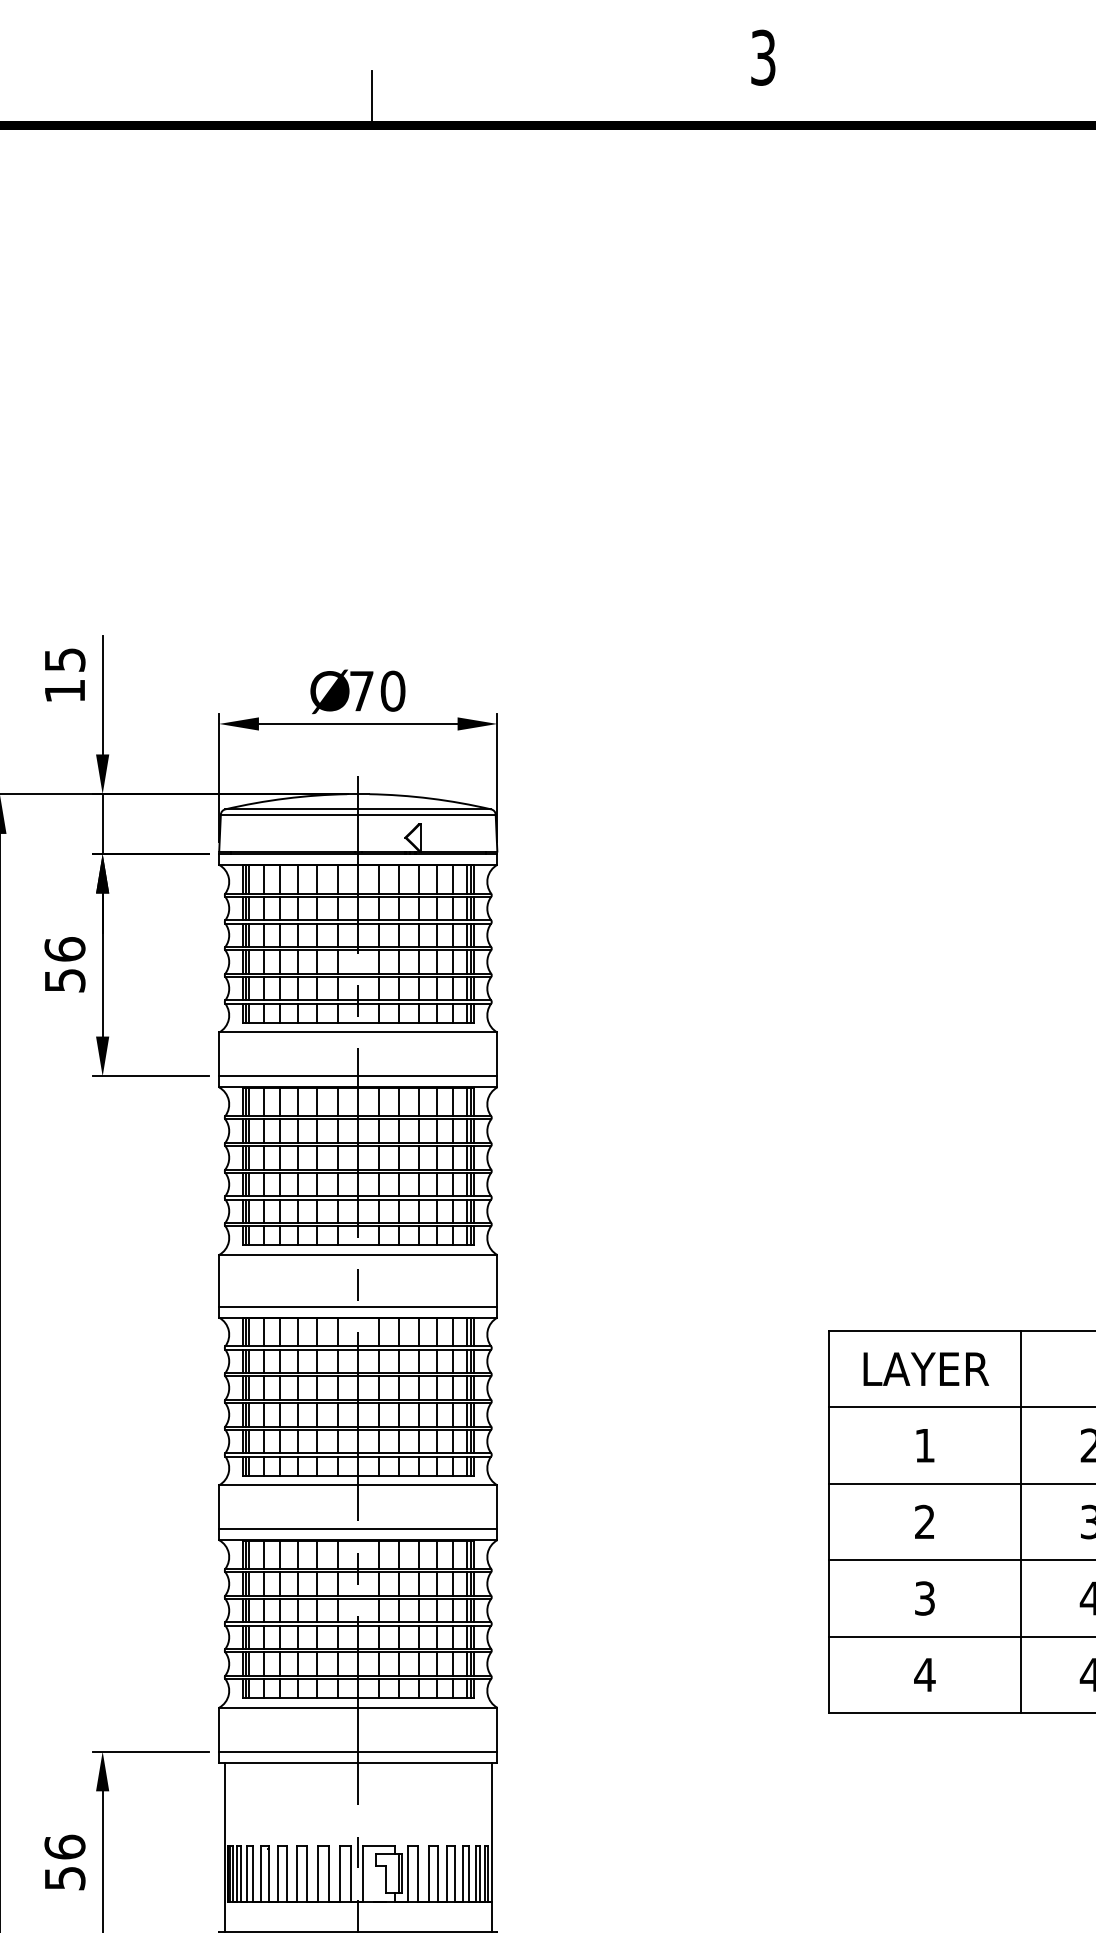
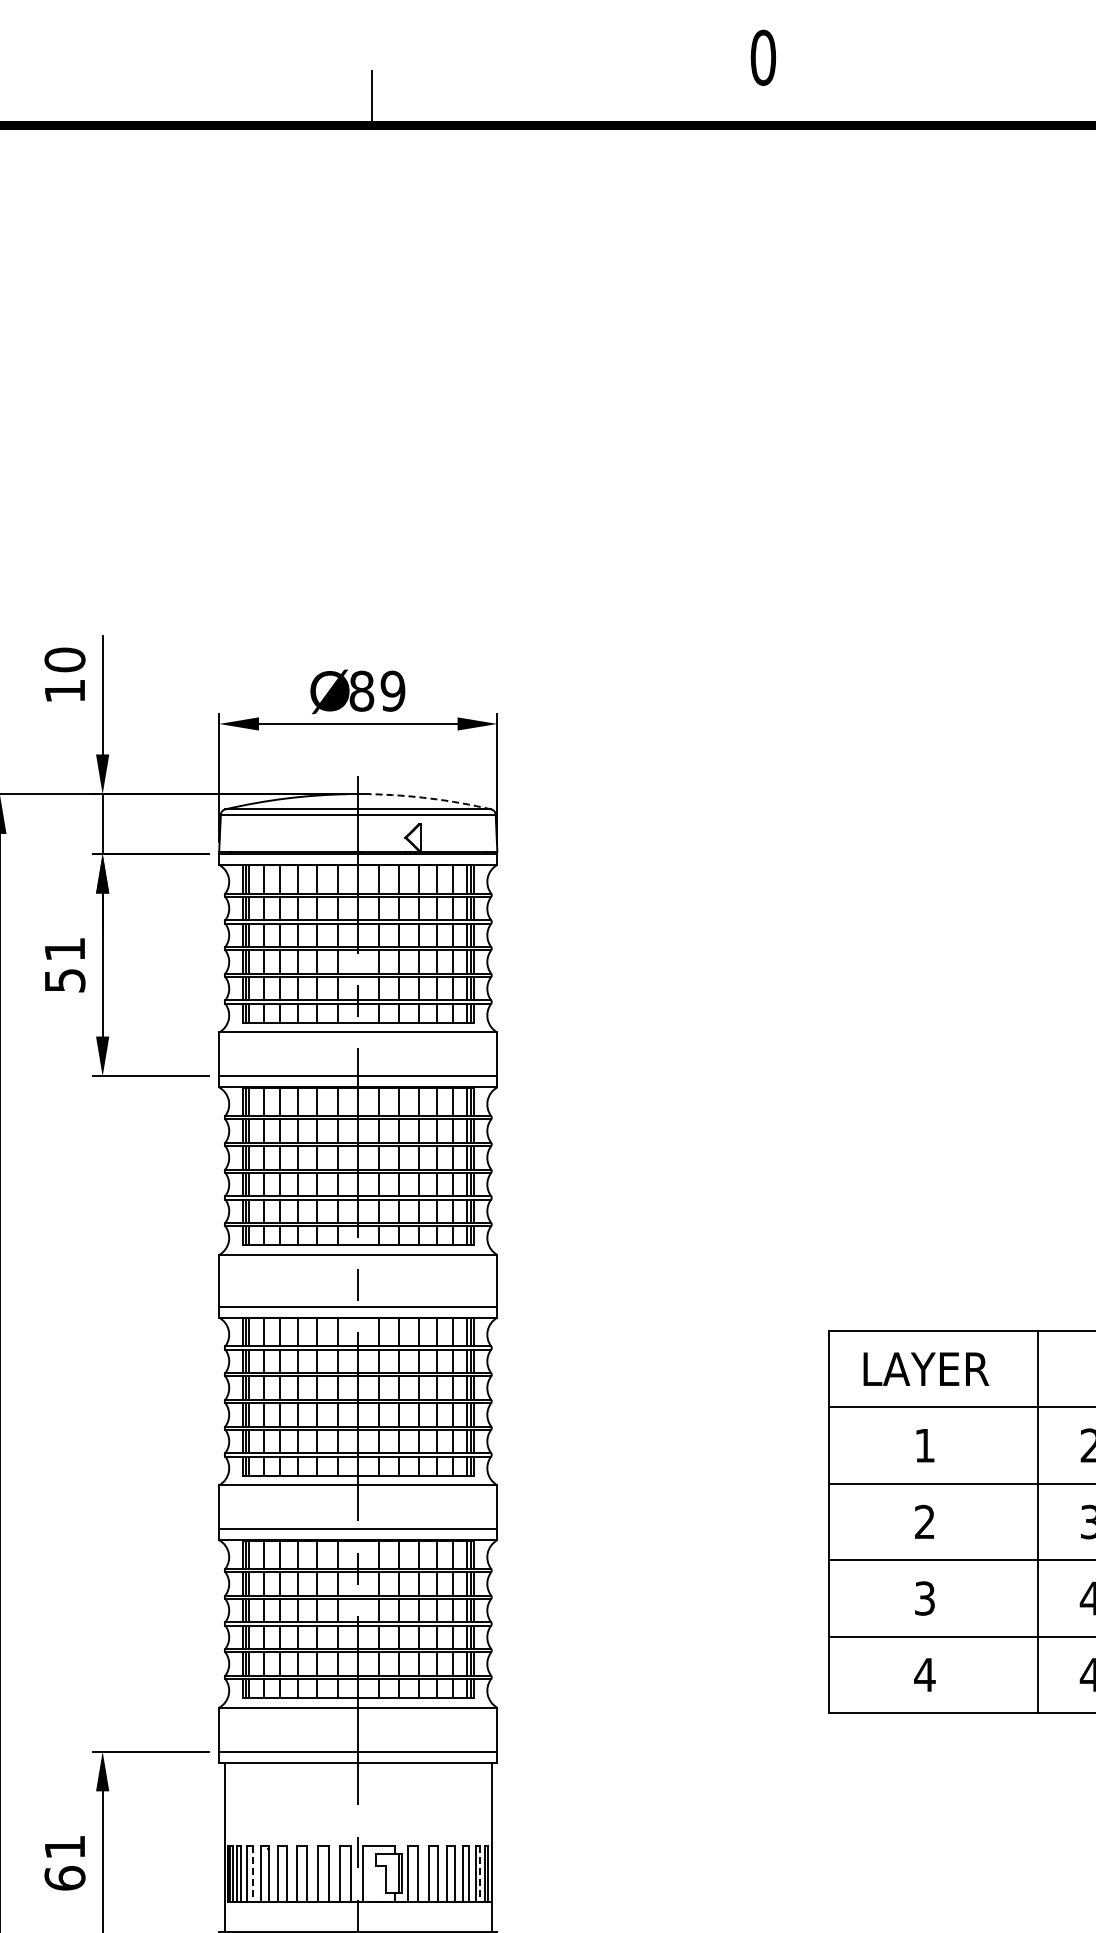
text at (763, 57): 3 -> 0
text at (64, 659): 15 -> 10
text at (377, 690): 70 -> 89
arc at (430, 798): solid -> dashed
text at (64, 949): 56 -> 51
line at (1021, 1521) position: (1021, 1521) -> (1038, 1521)
text at (64, 1862): 56 -> 61
line at (253, 1874): solid -> dashed
line at (480, 1874): solid -> dashed
